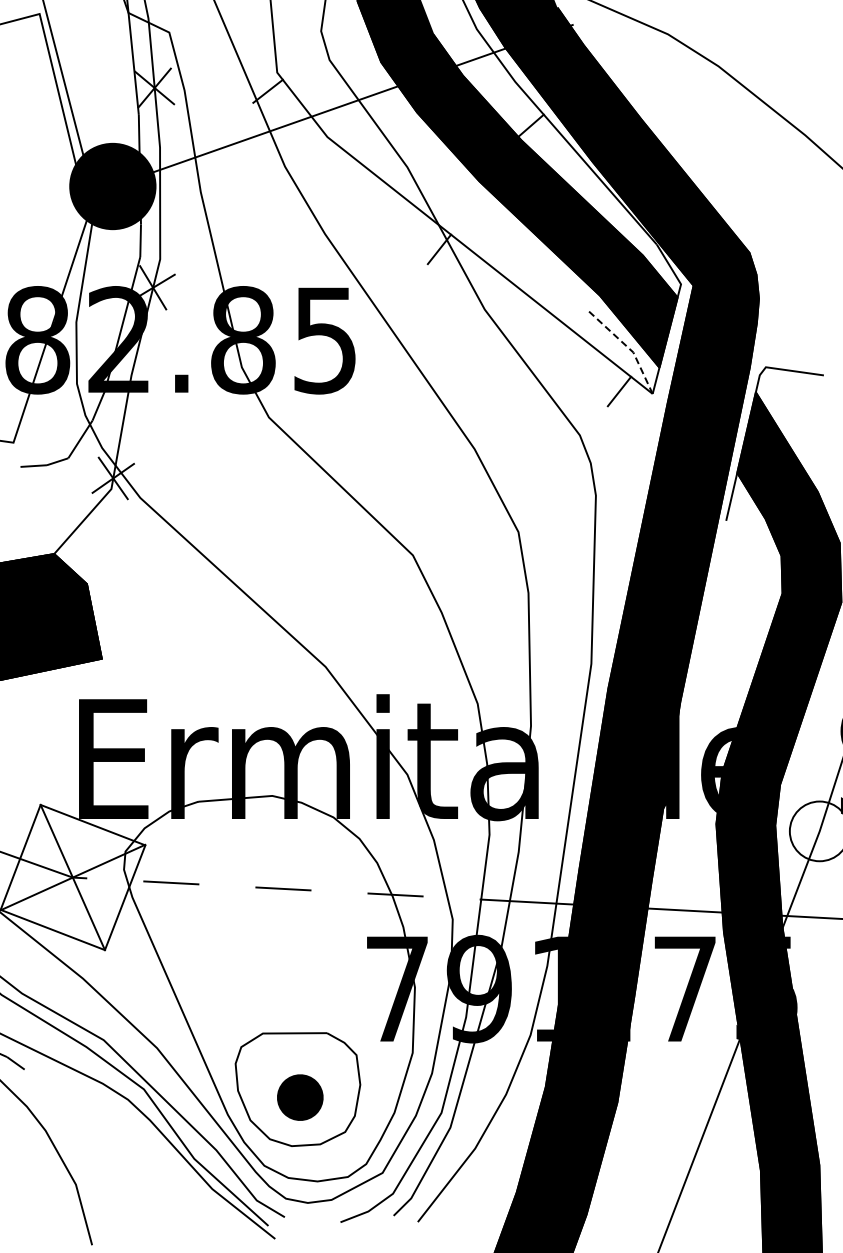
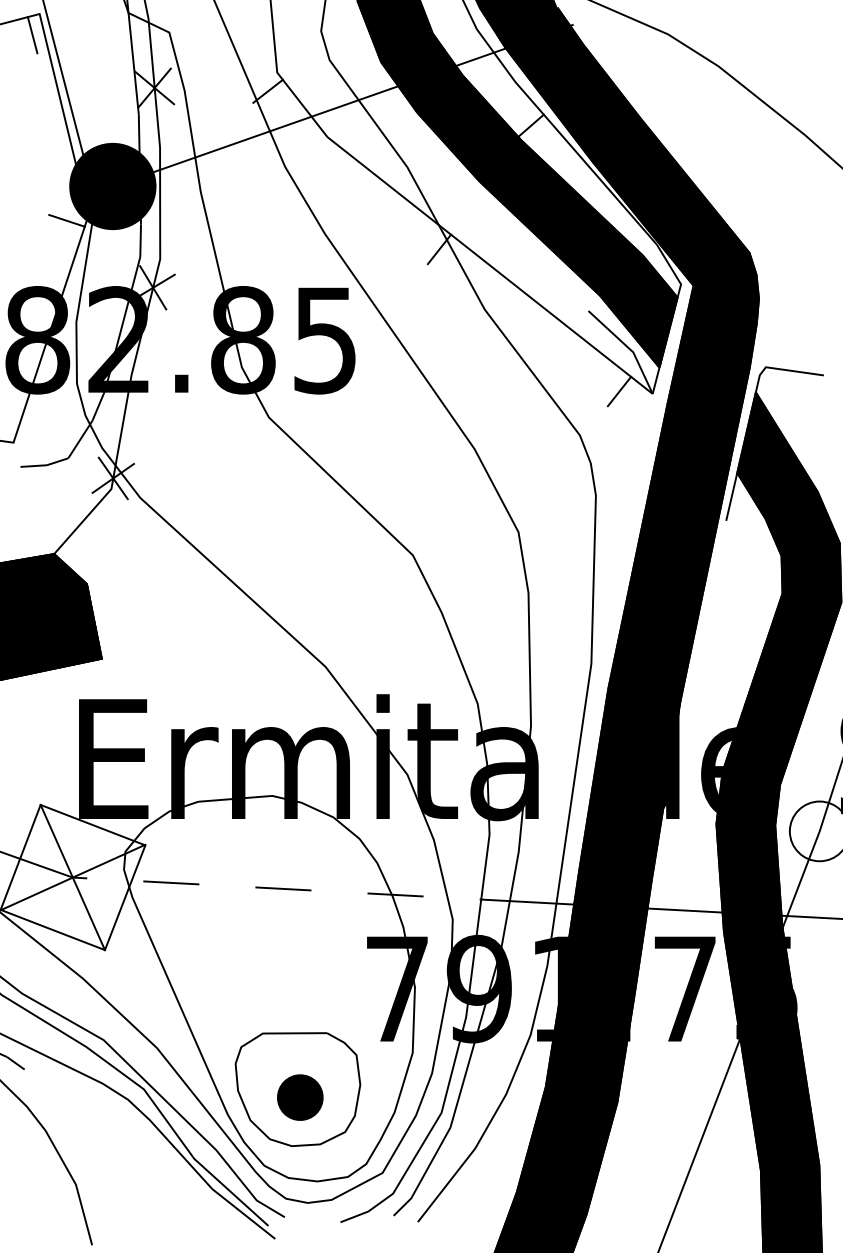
line at (32, 35): none -> present
line at (66, 220): none -> present
line at (627, 347): dashed -> solid
